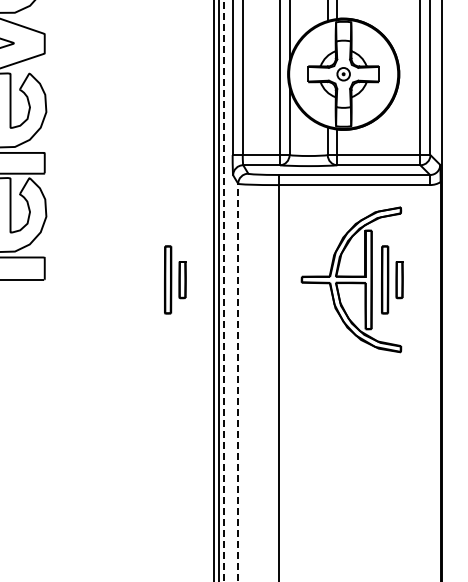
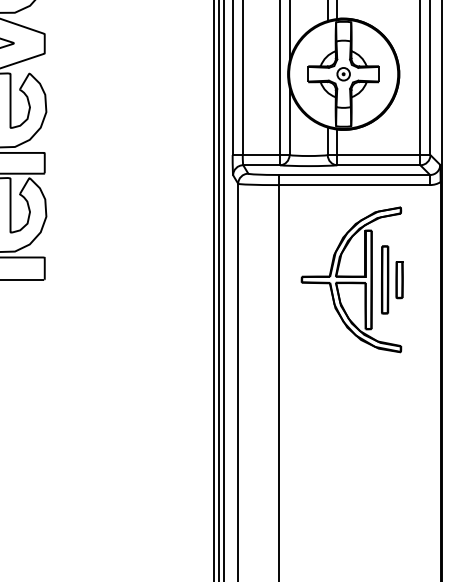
part at (175, 279): present -> none
line at (223, 290): dashed -> solid
line at (238, 382): dashed -> solid
